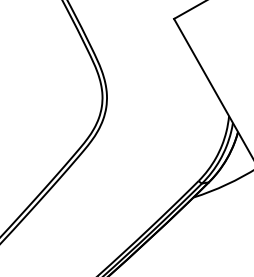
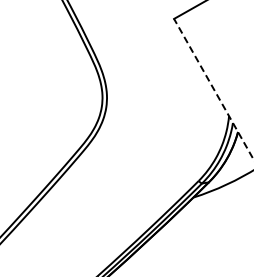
line at (213, 89): solid -> dashed
